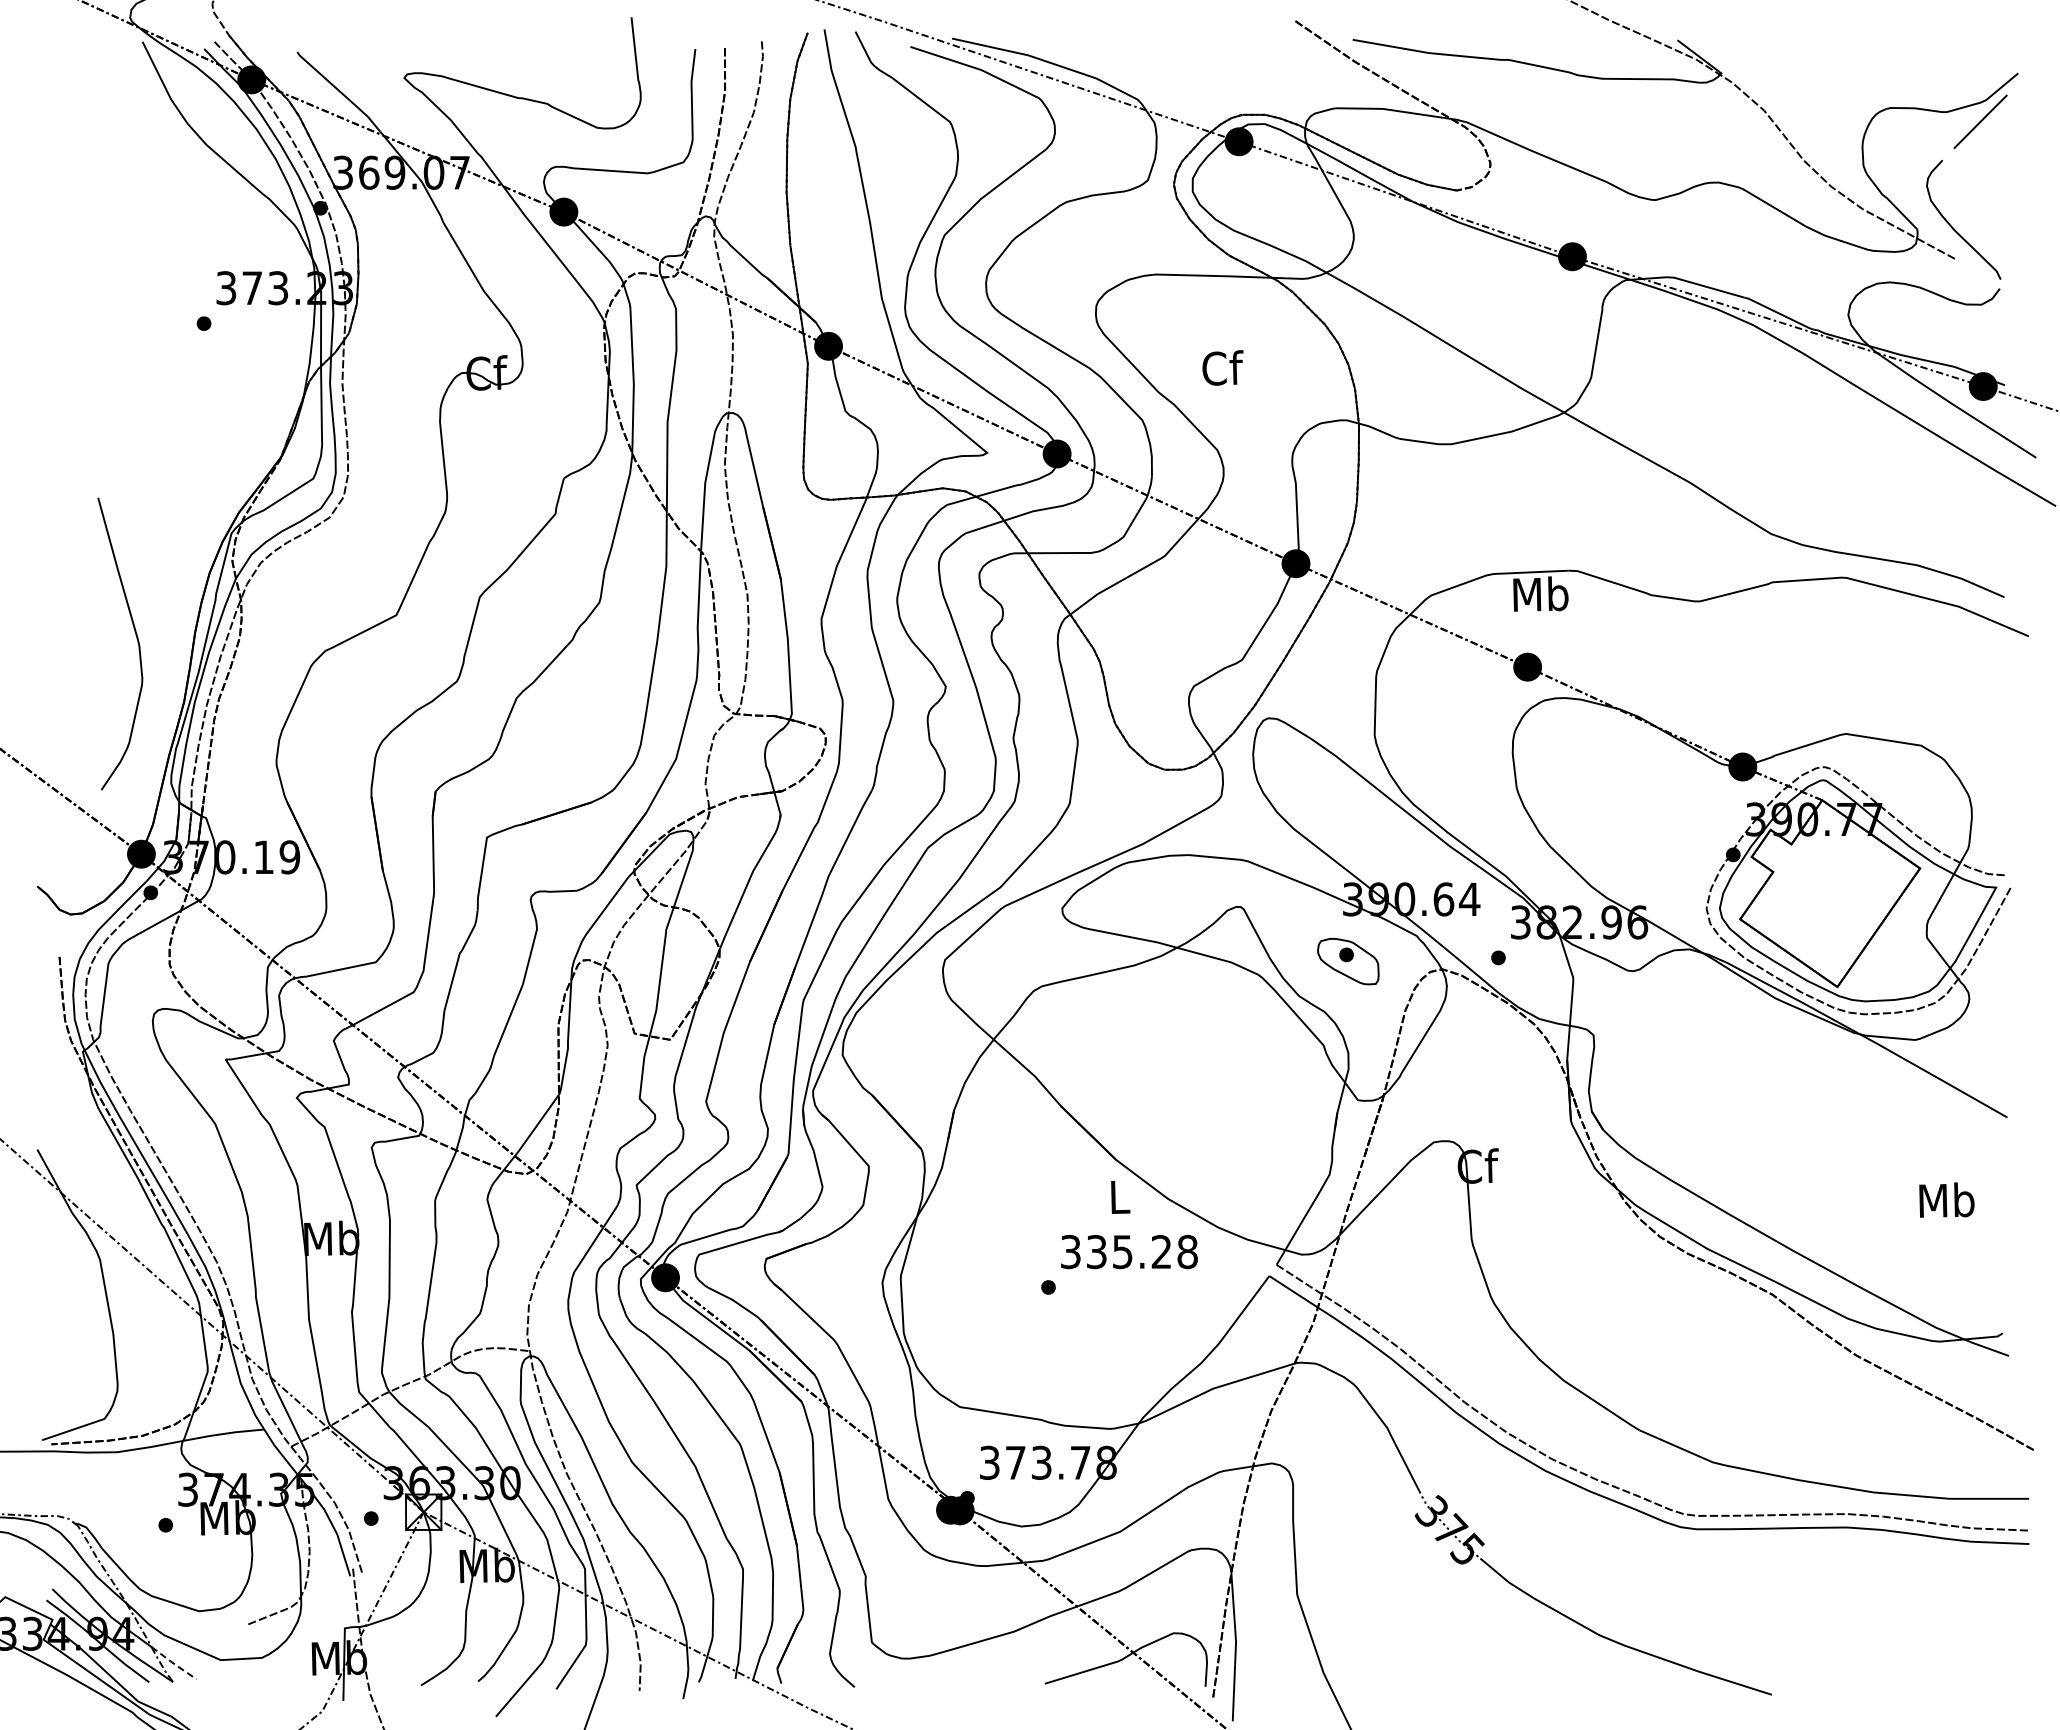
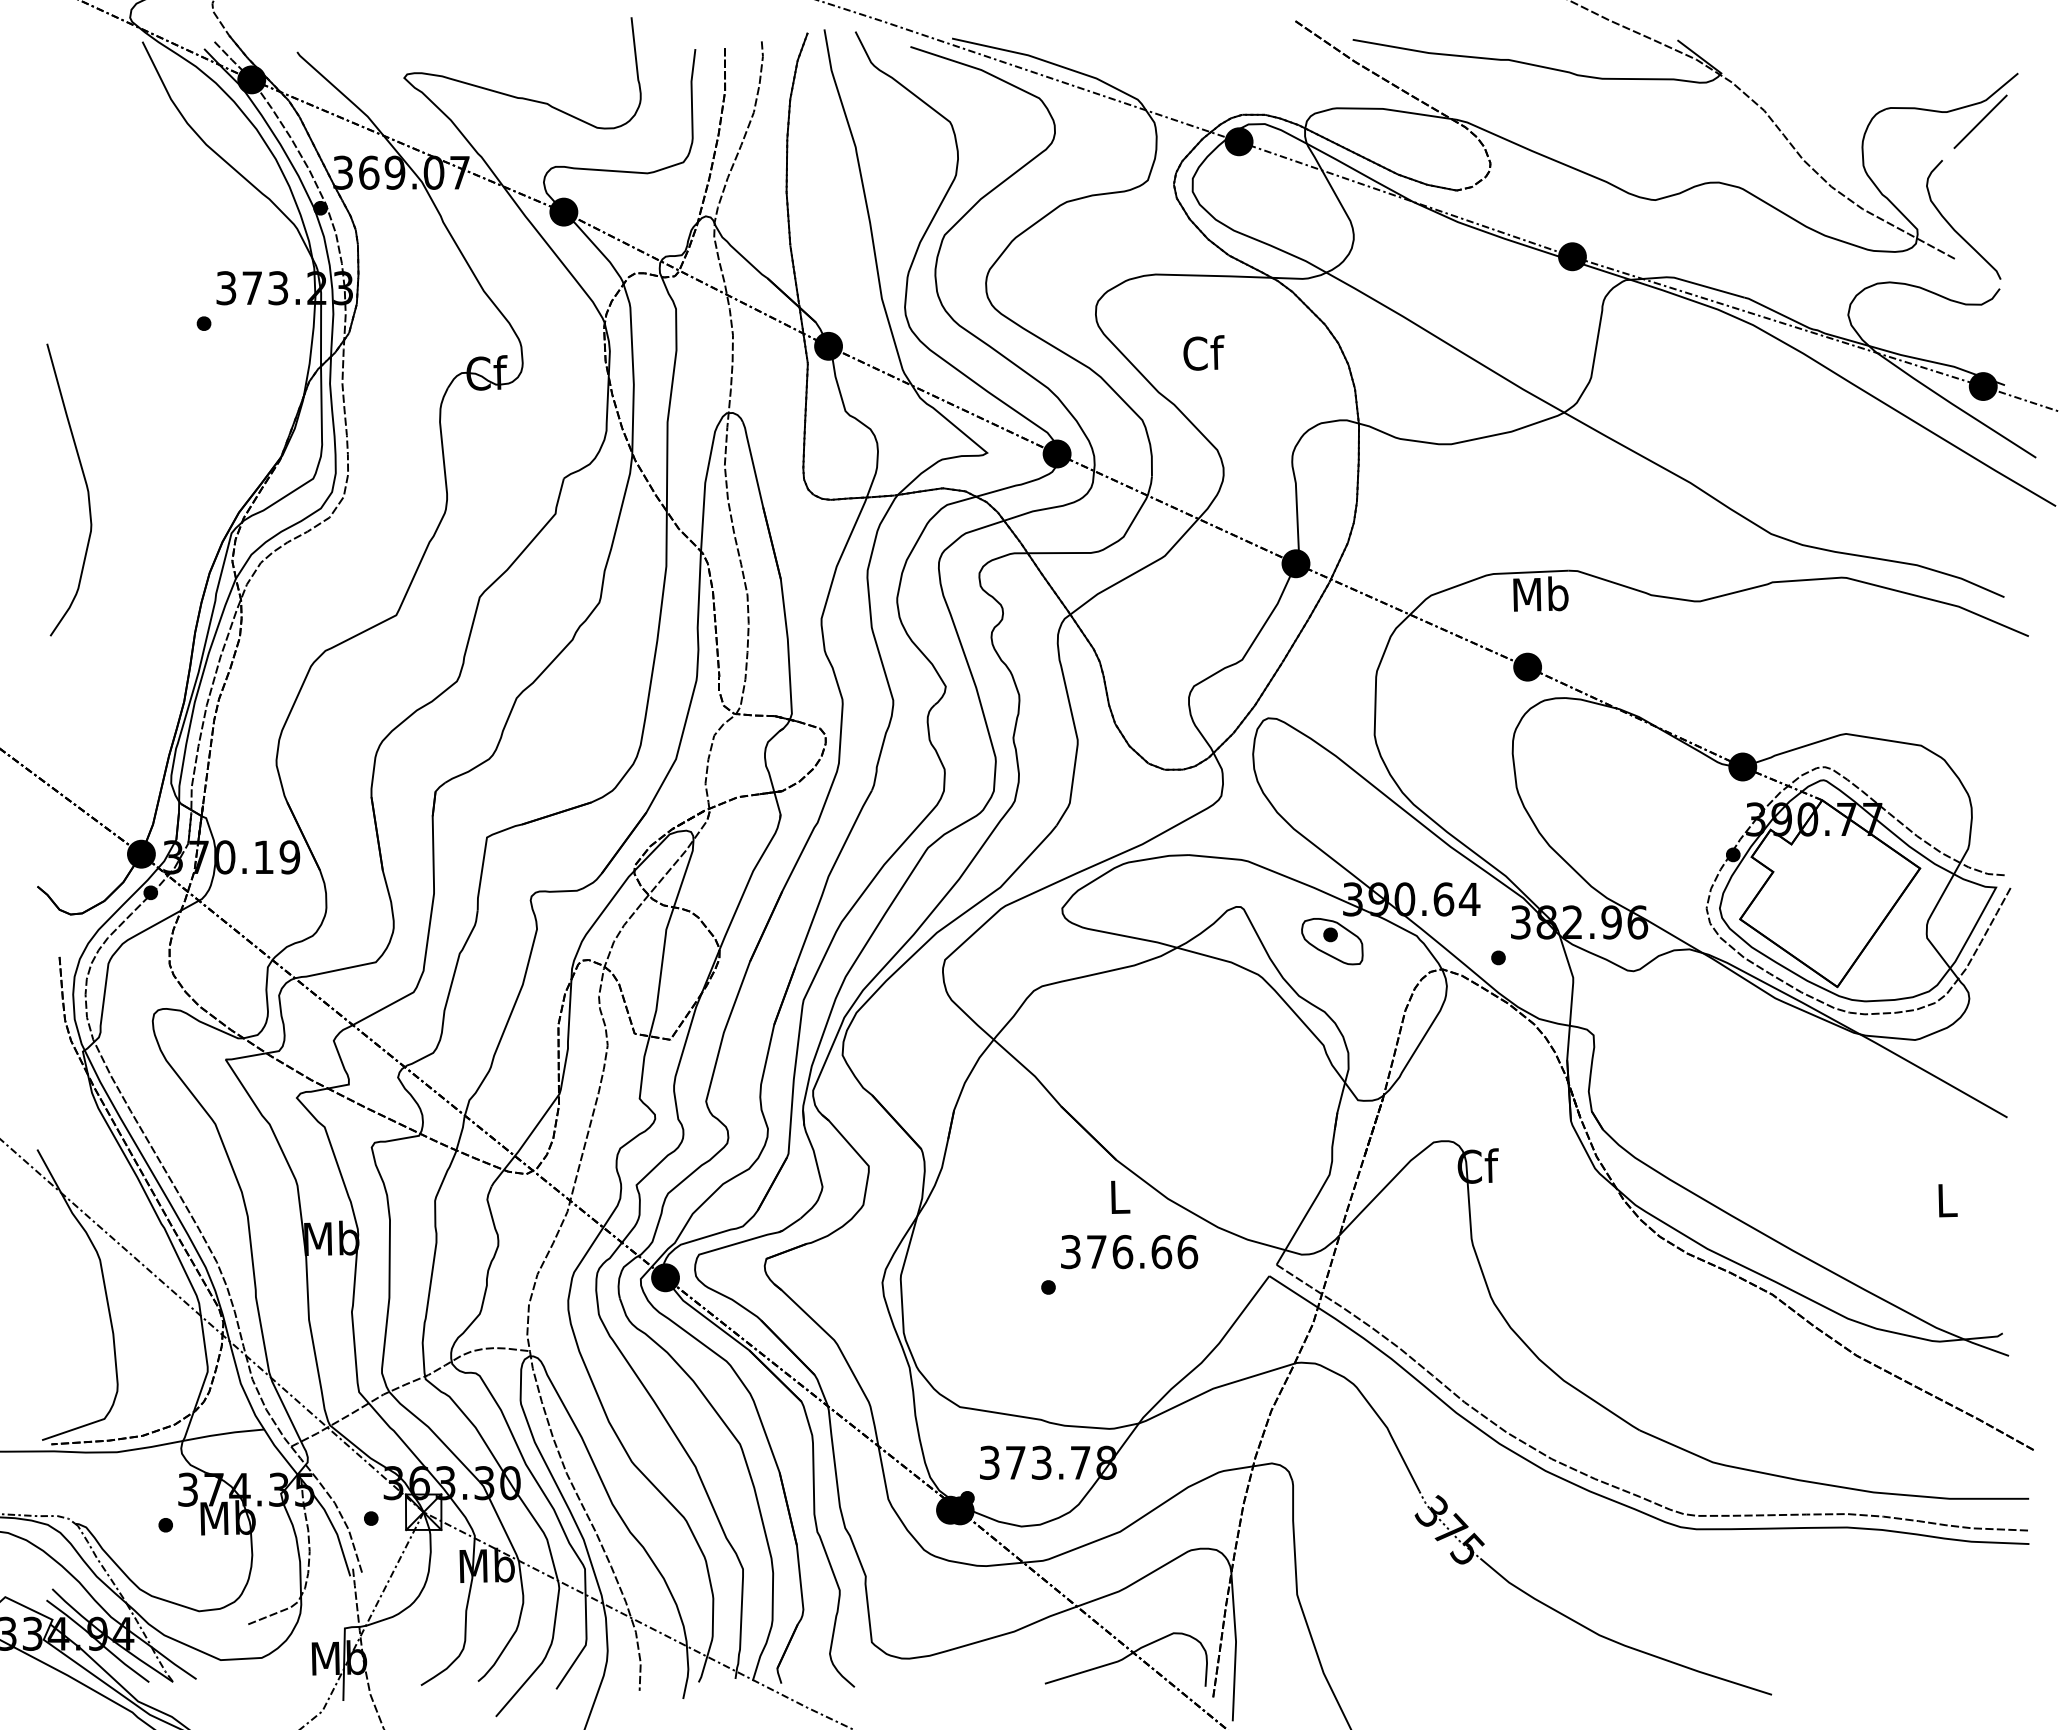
text at (1222, 367) position: (1222, 367) -> (1203, 352)
curve at (136, 638) position: (136, 638) -> (85, 484)
part at (1348, 961) position: (1348, 961) -> (1332, 941)
text at (1946, 1199): Mb -> L
text at (1142, 1252): 335.28 -> 376.66
line at (173, 1663): dashed -> solid
